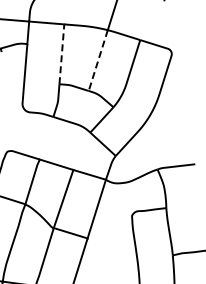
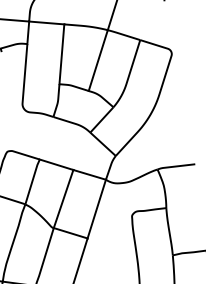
line at (61, 53): dashed -> solid
line at (98, 60): dashed -> solid
